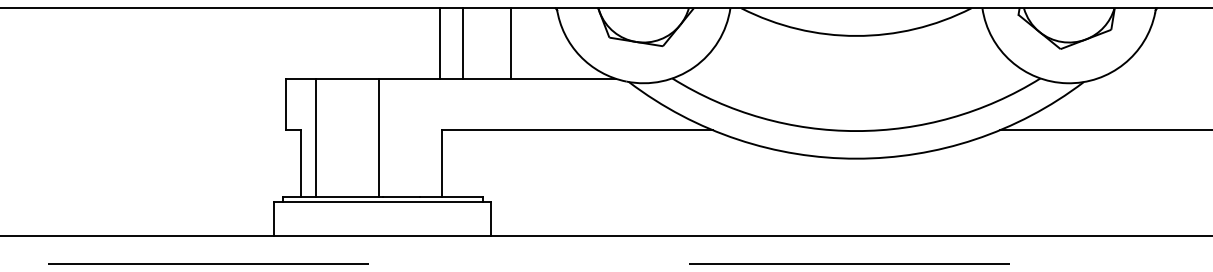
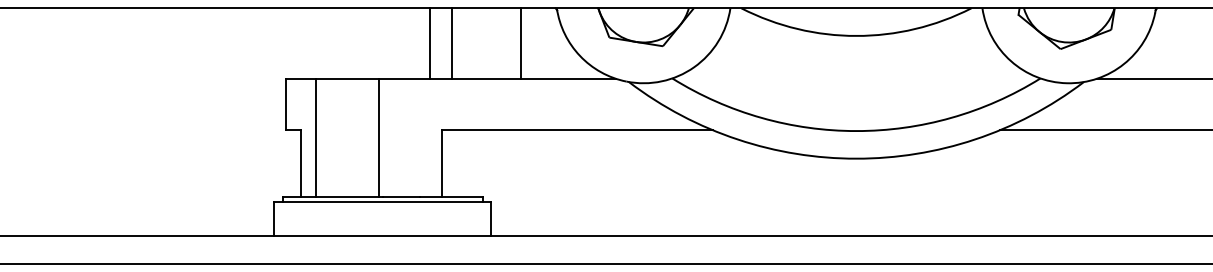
line at (440, 43) position: (440, 43) -> (430, 43)
line at (463, 43) position: (463, 43) -> (452, 43)
line at (510, 43) position: (510, 43) -> (520, 43)
line at (1152, 78): none -> present
line at (606, 263): dashed -> solid
